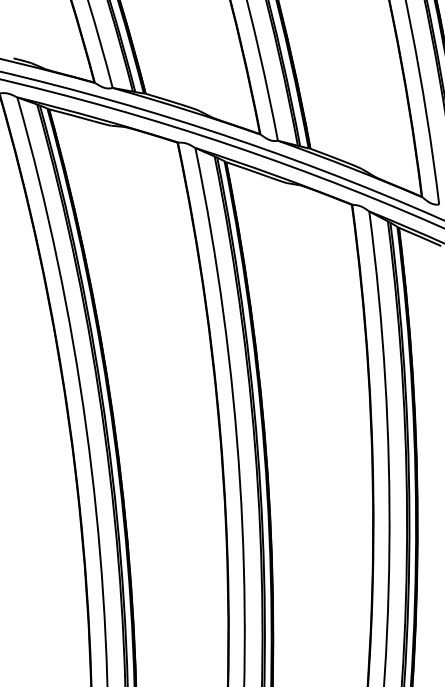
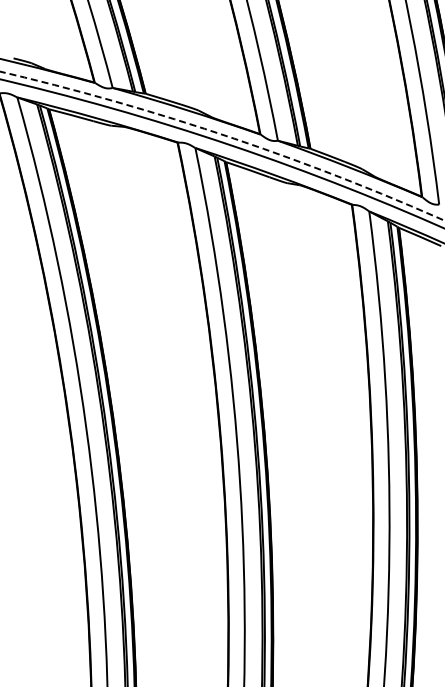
arc at (224, 135): solid -> dashed
